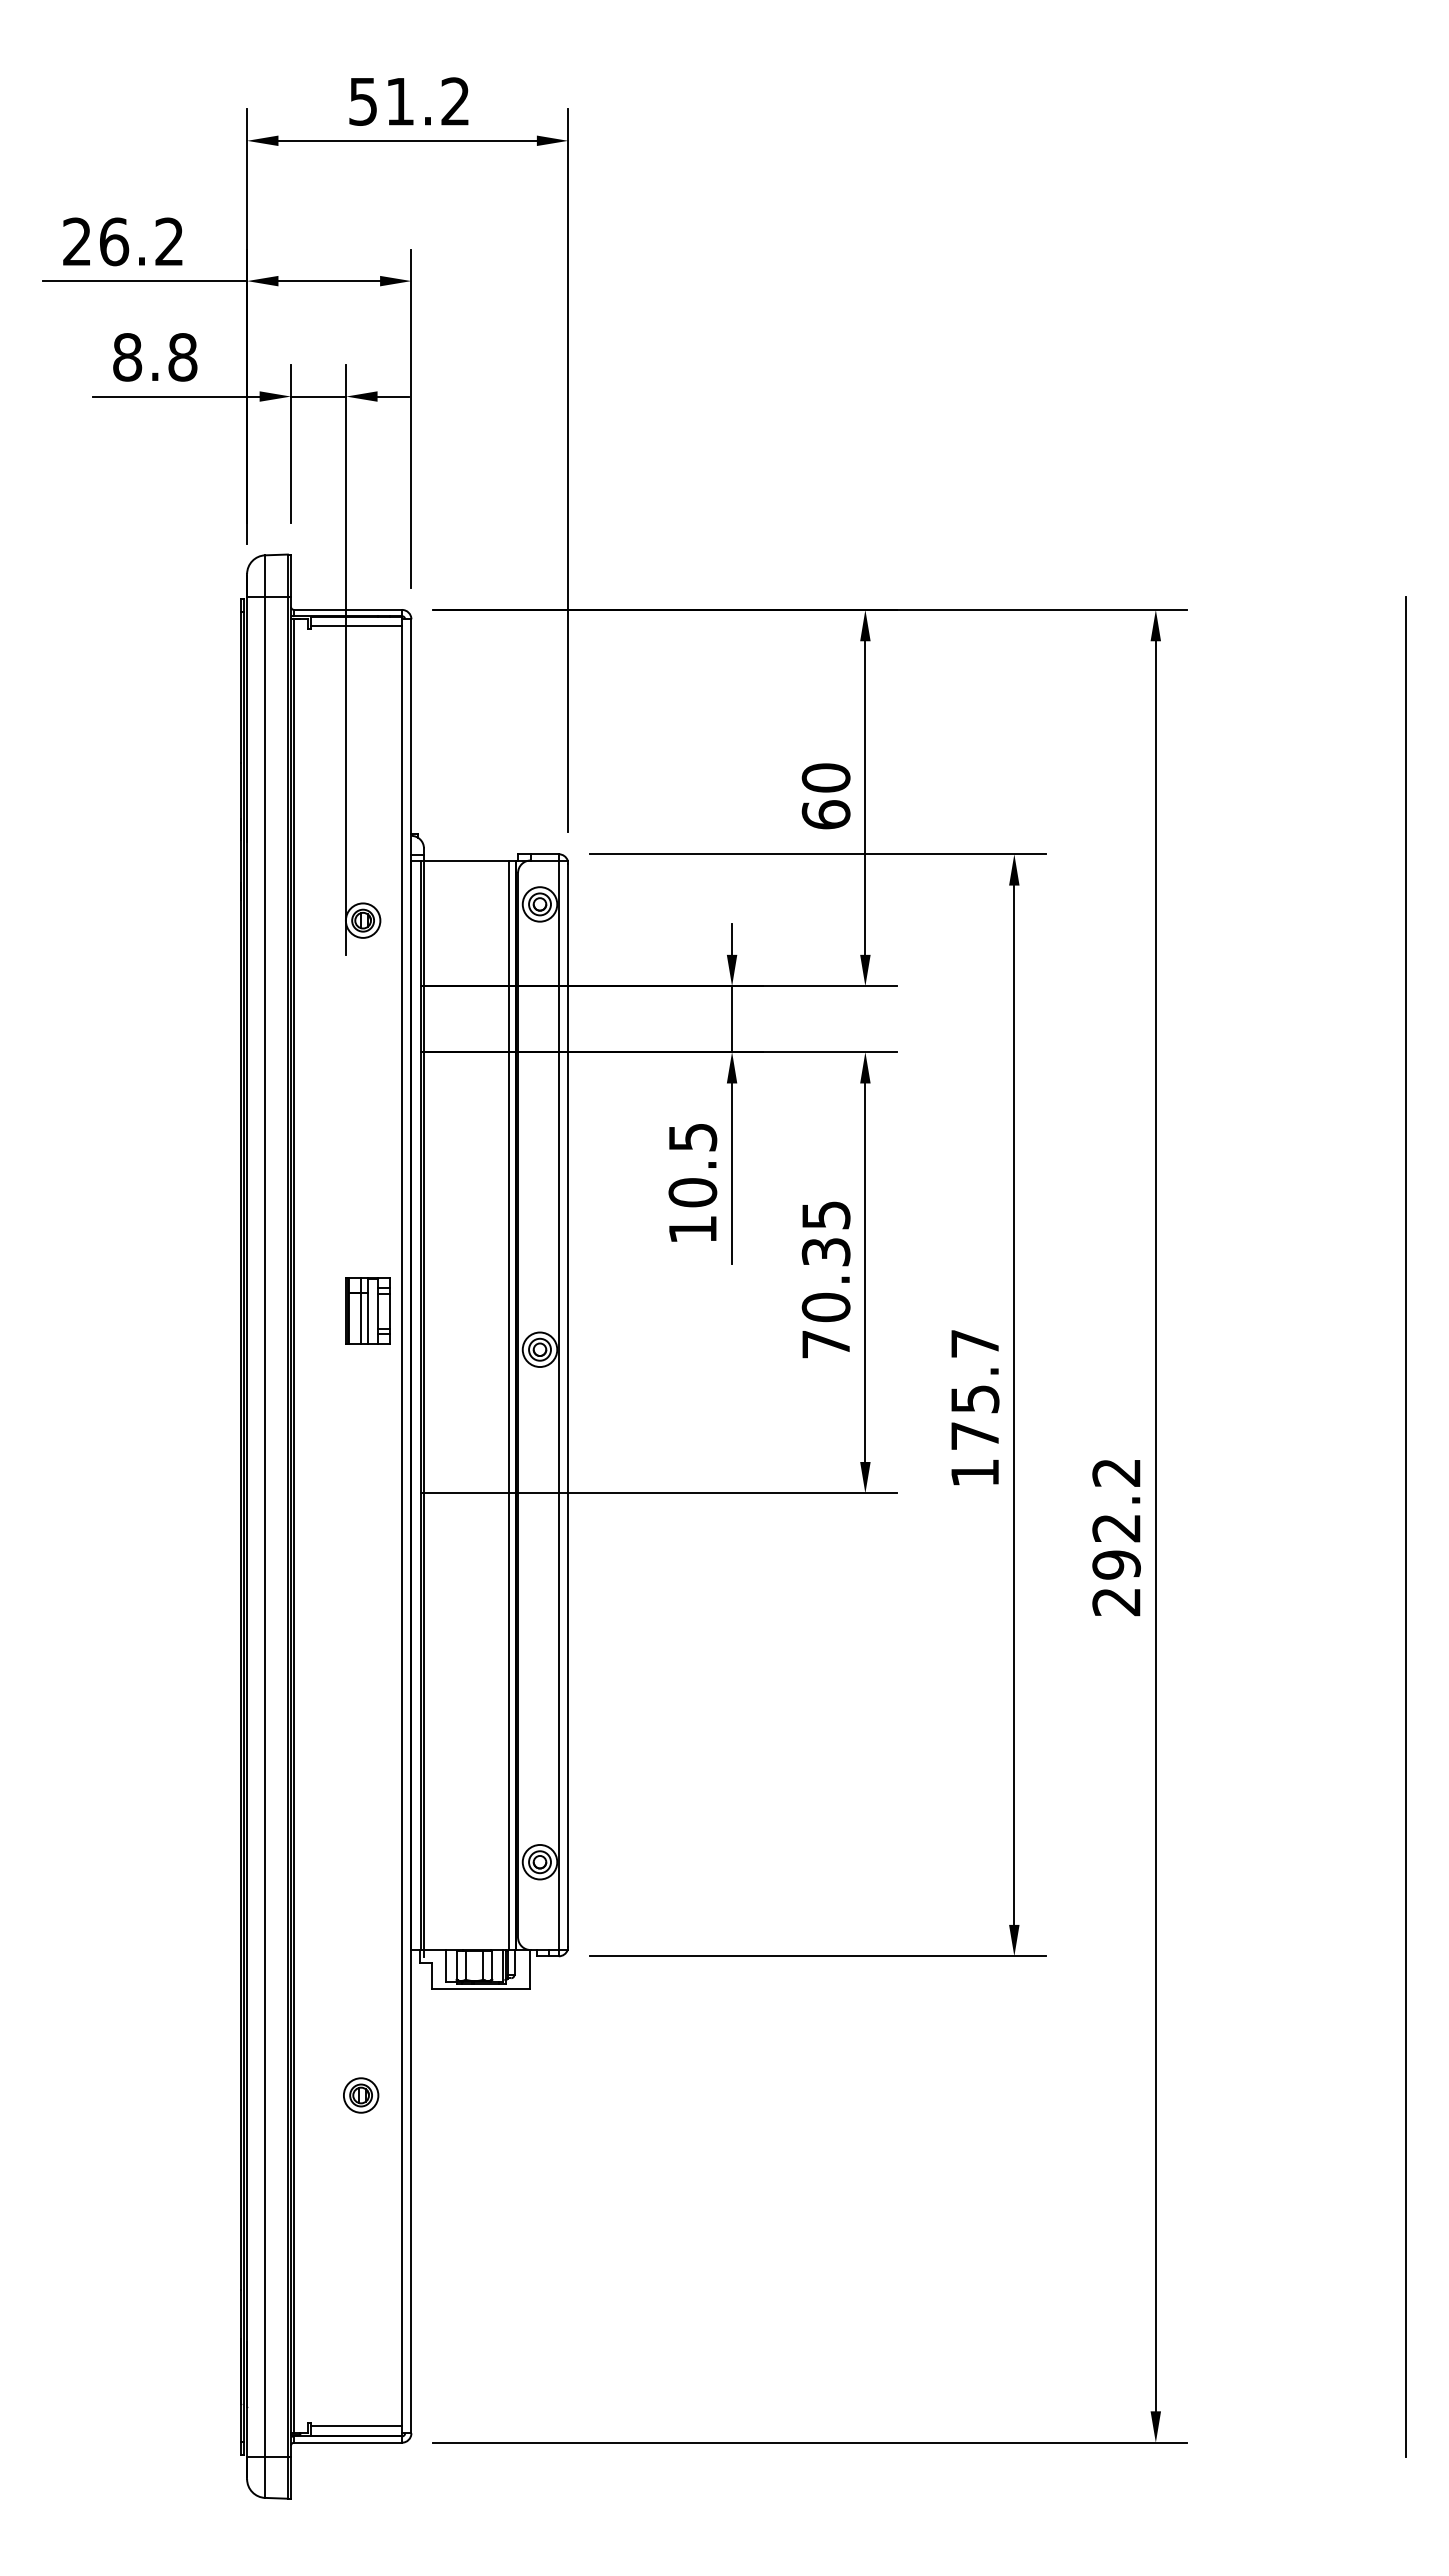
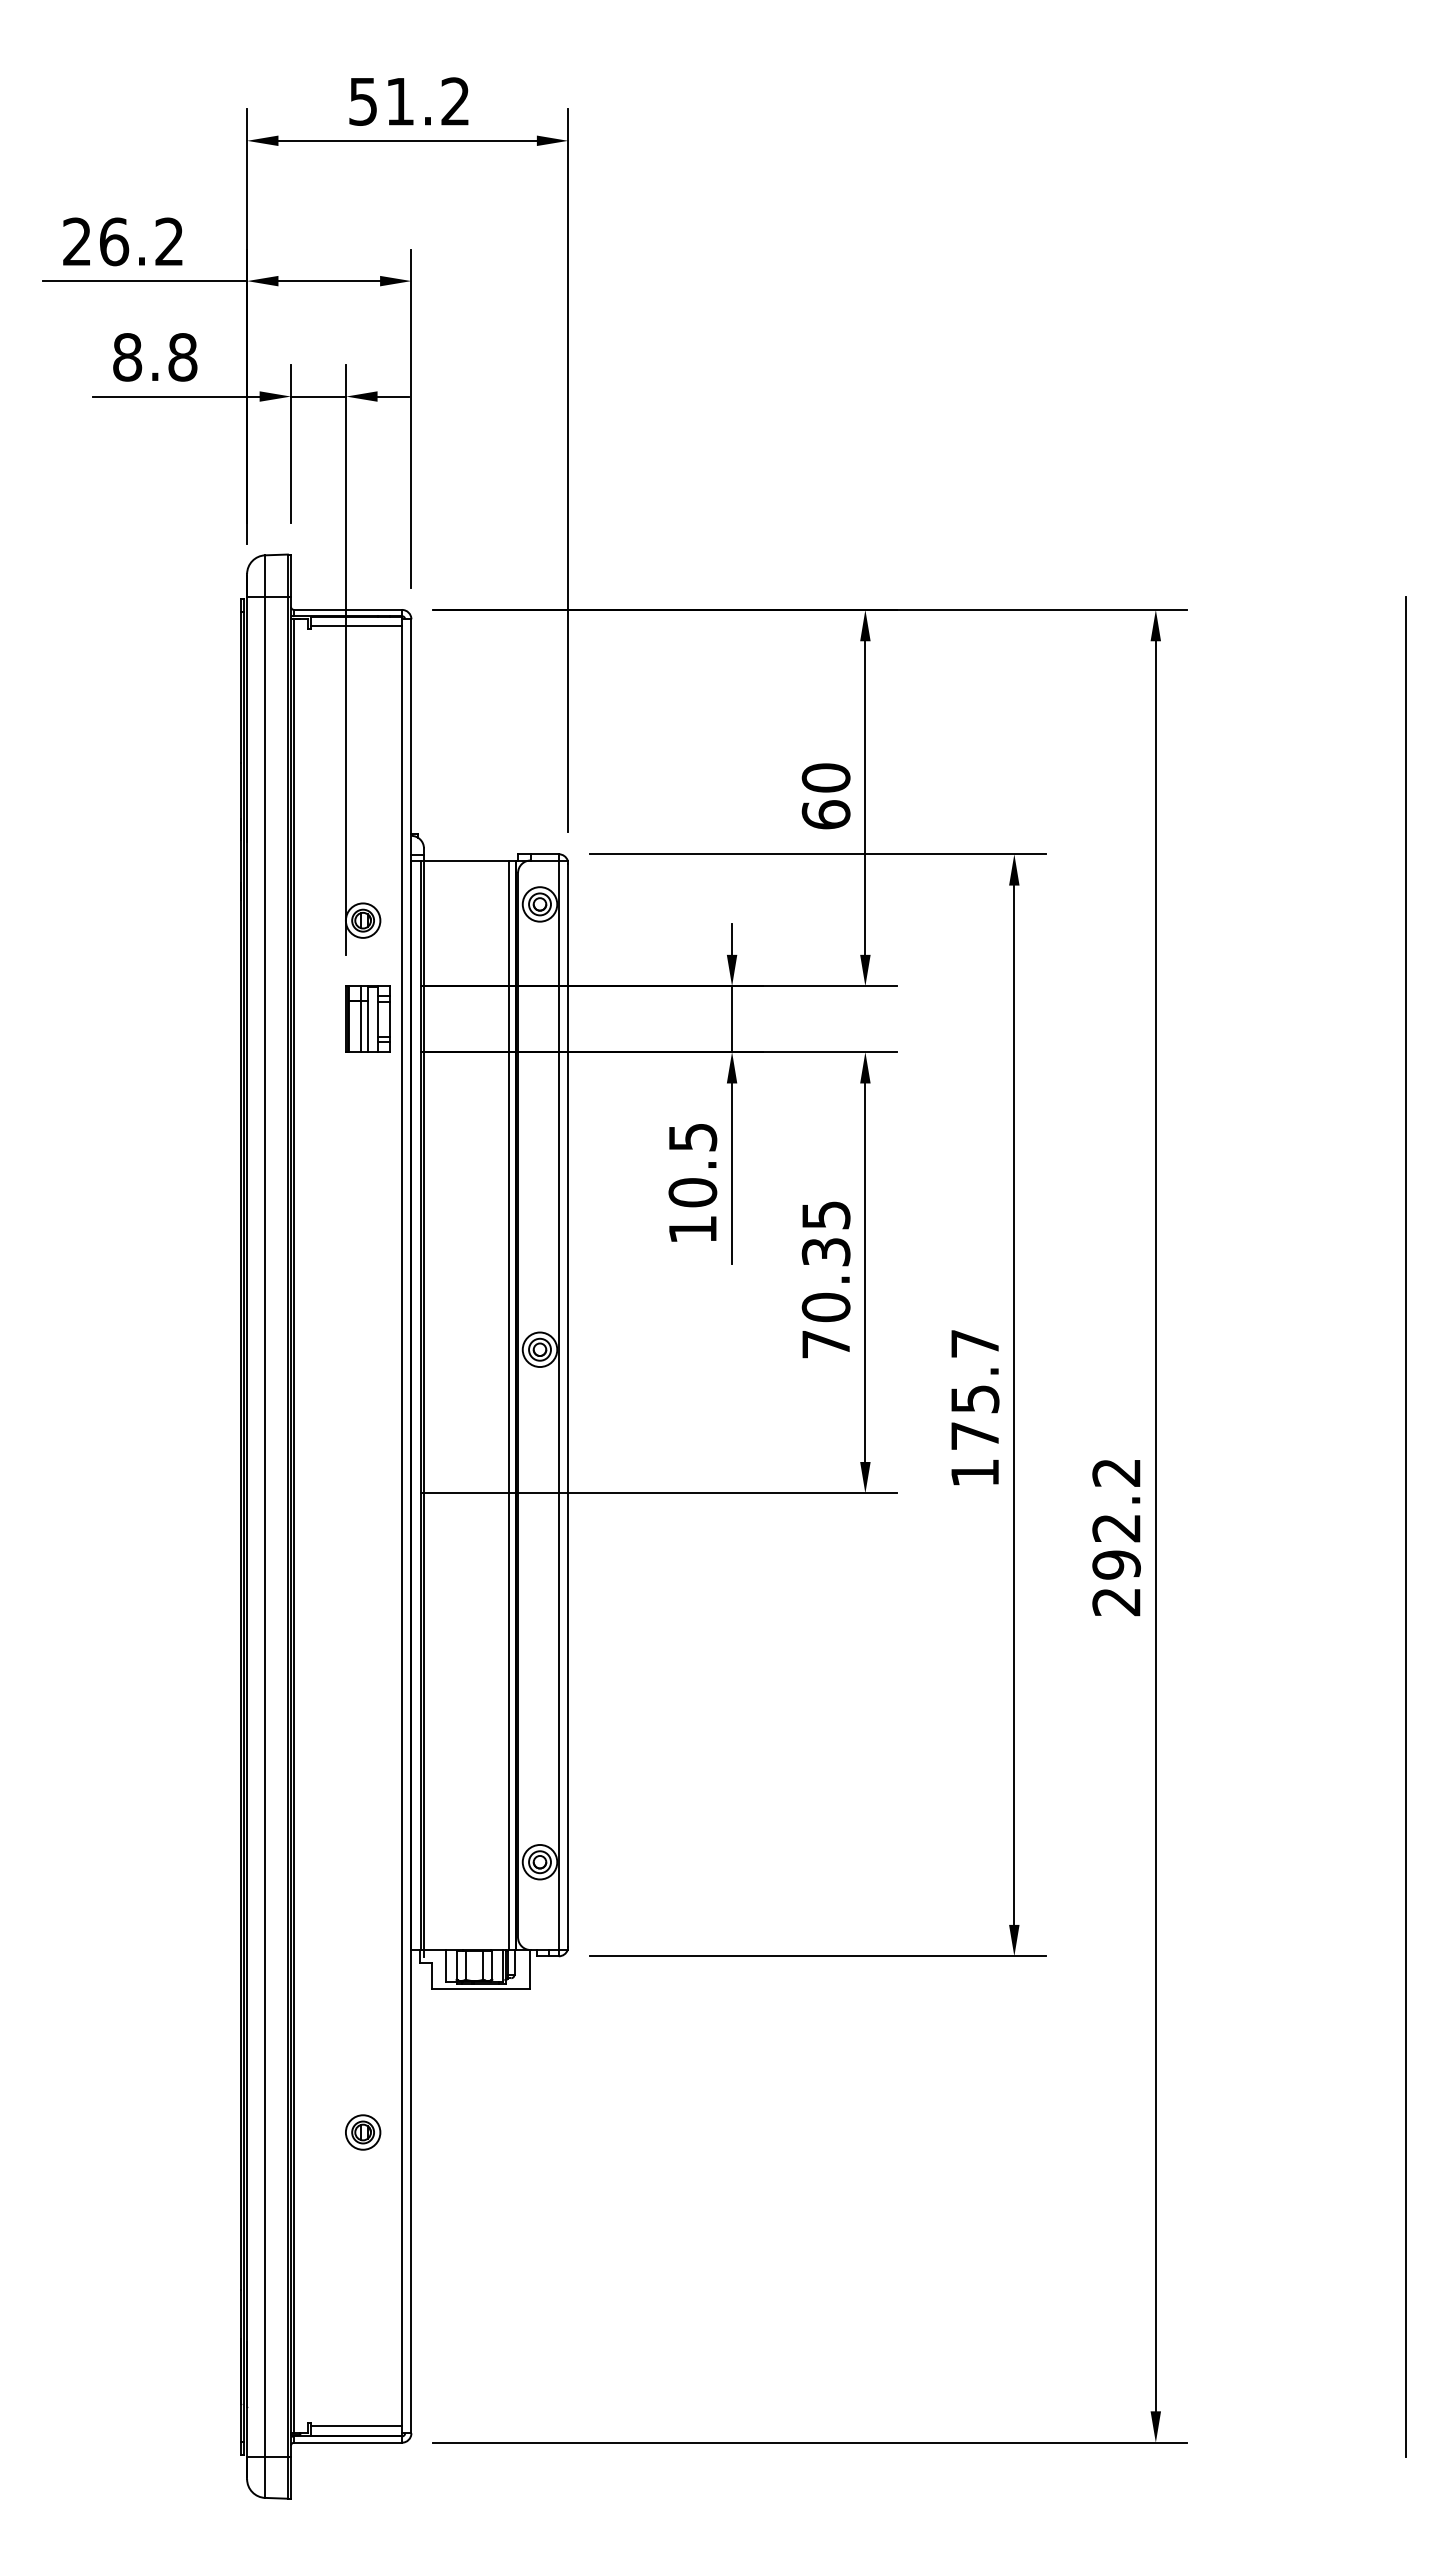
part at (367, 1310) position: (367, 1310) -> (367, 1018)
part at (361, 2095) position: (361, 2095) -> (363, 2132)
